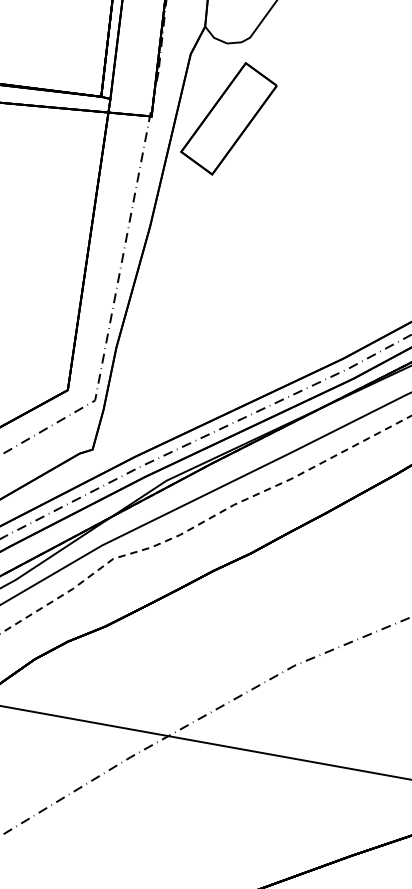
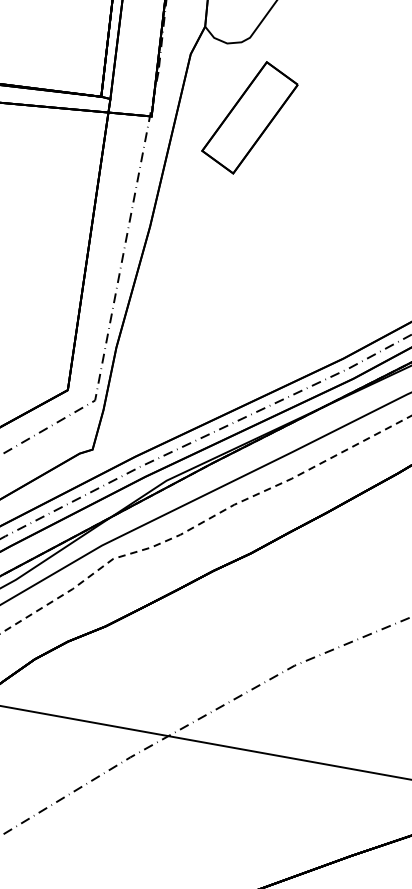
part at (228, 118) position: (228, 118) -> (249, 117)
